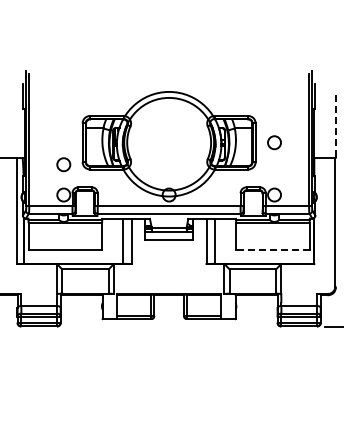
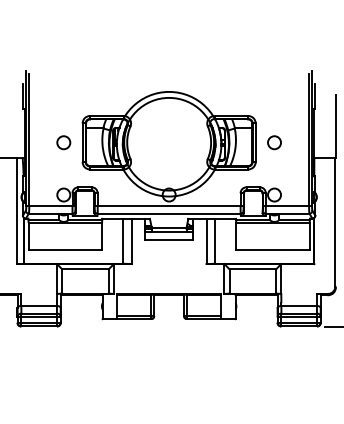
line at (335, 126): dashed -> solid
circle at (63, 164) position: (63, 164) -> (63, 142)
line at (272, 250): dashed -> solid
